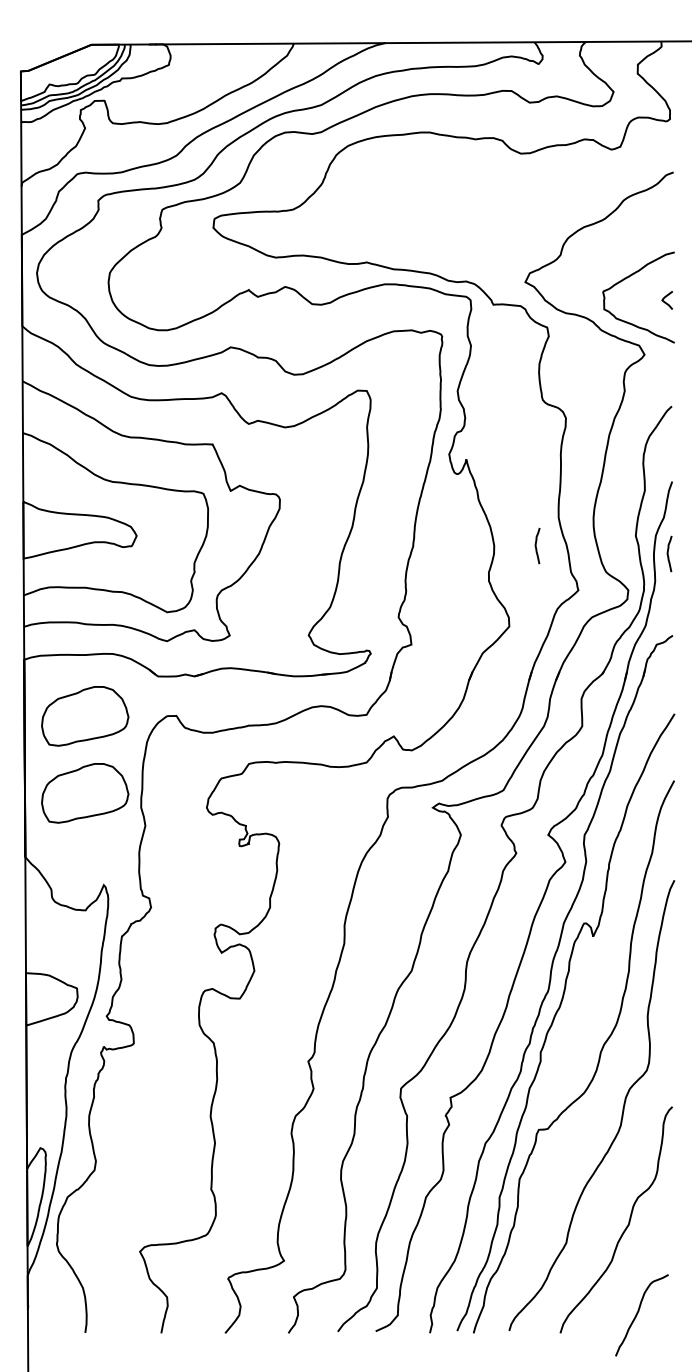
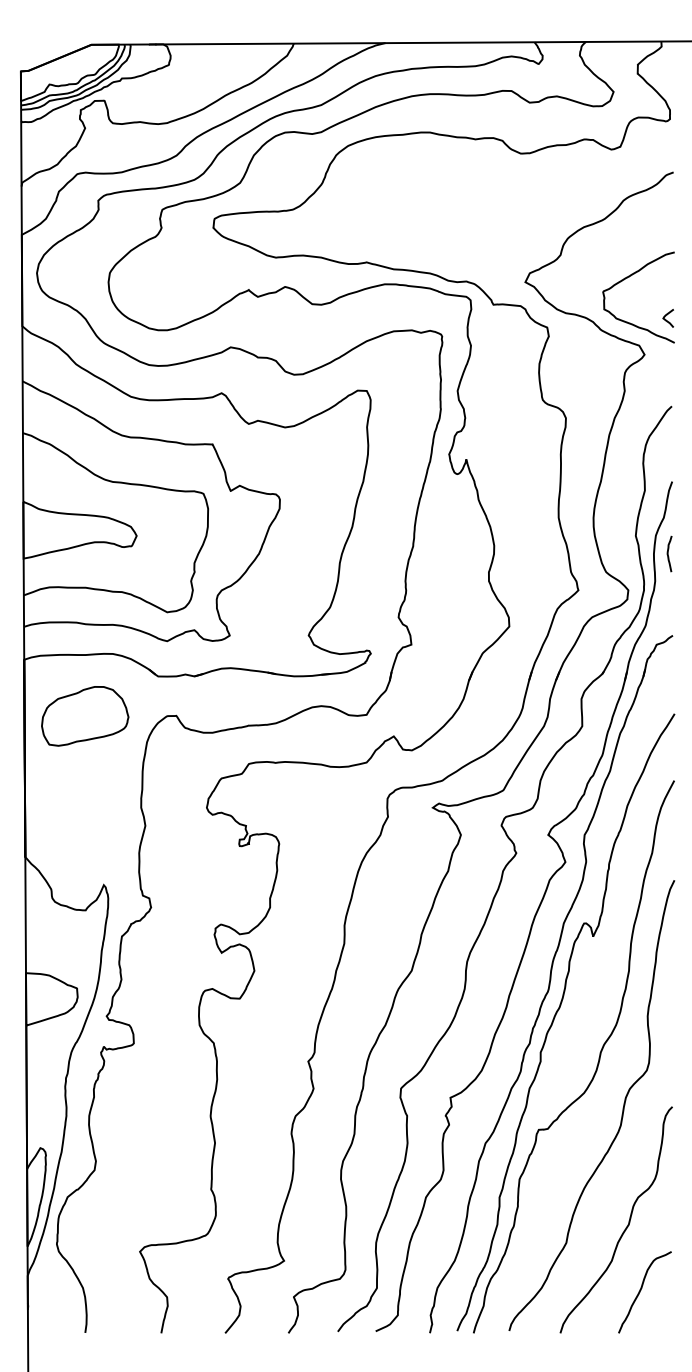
curve at (665, 301) position: (665, 301) -> (666, 319)
curve at (536, 545): present -> none
part at (85, 793): present -> none
curve at (638, 1313) position: (638, 1313) -> (641, 1290)
